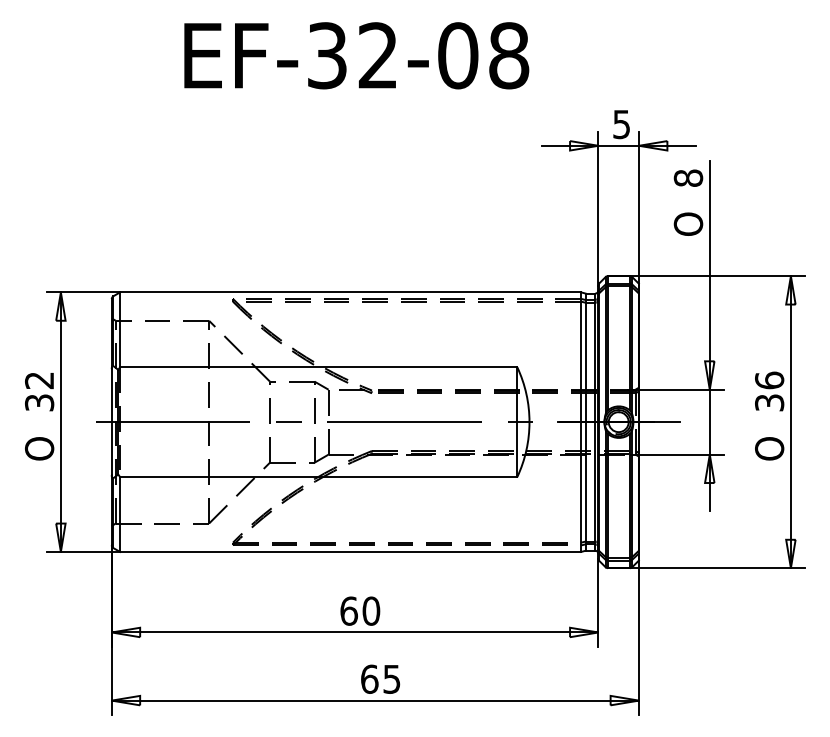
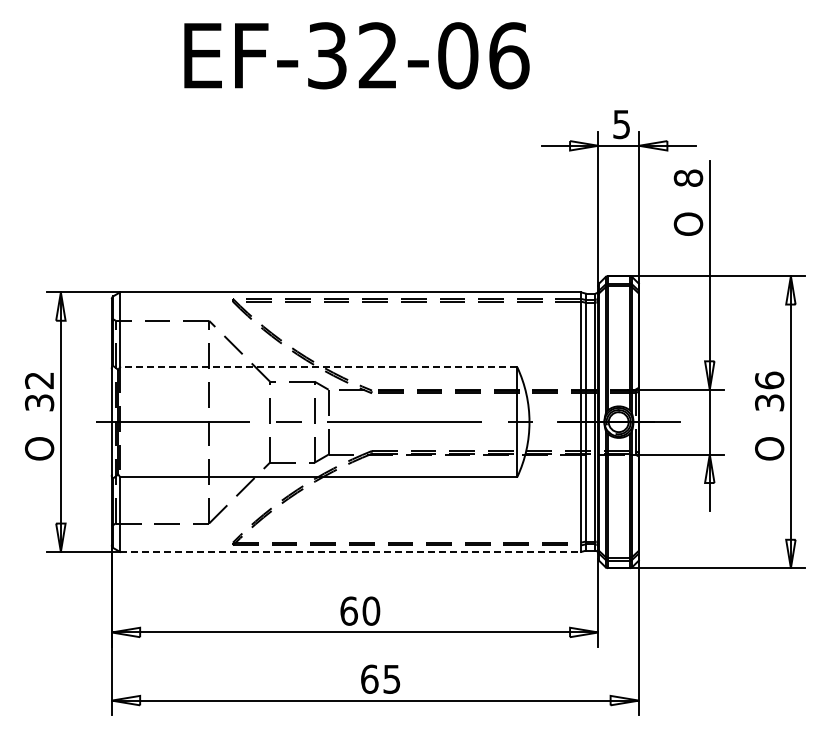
text at (509, 55): EF-32-08 -> EF-32-06
line at (318, 367): solid -> dashed
line at (350, 551): solid -> dashed
